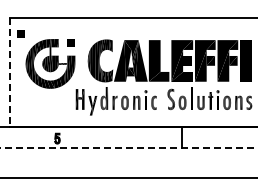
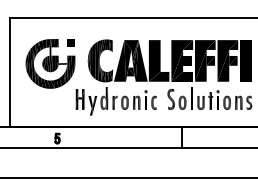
part at (20, 33): present -> none
line at (9, 72): dashed -> solid
line at (128, 147): dashed -> solid
